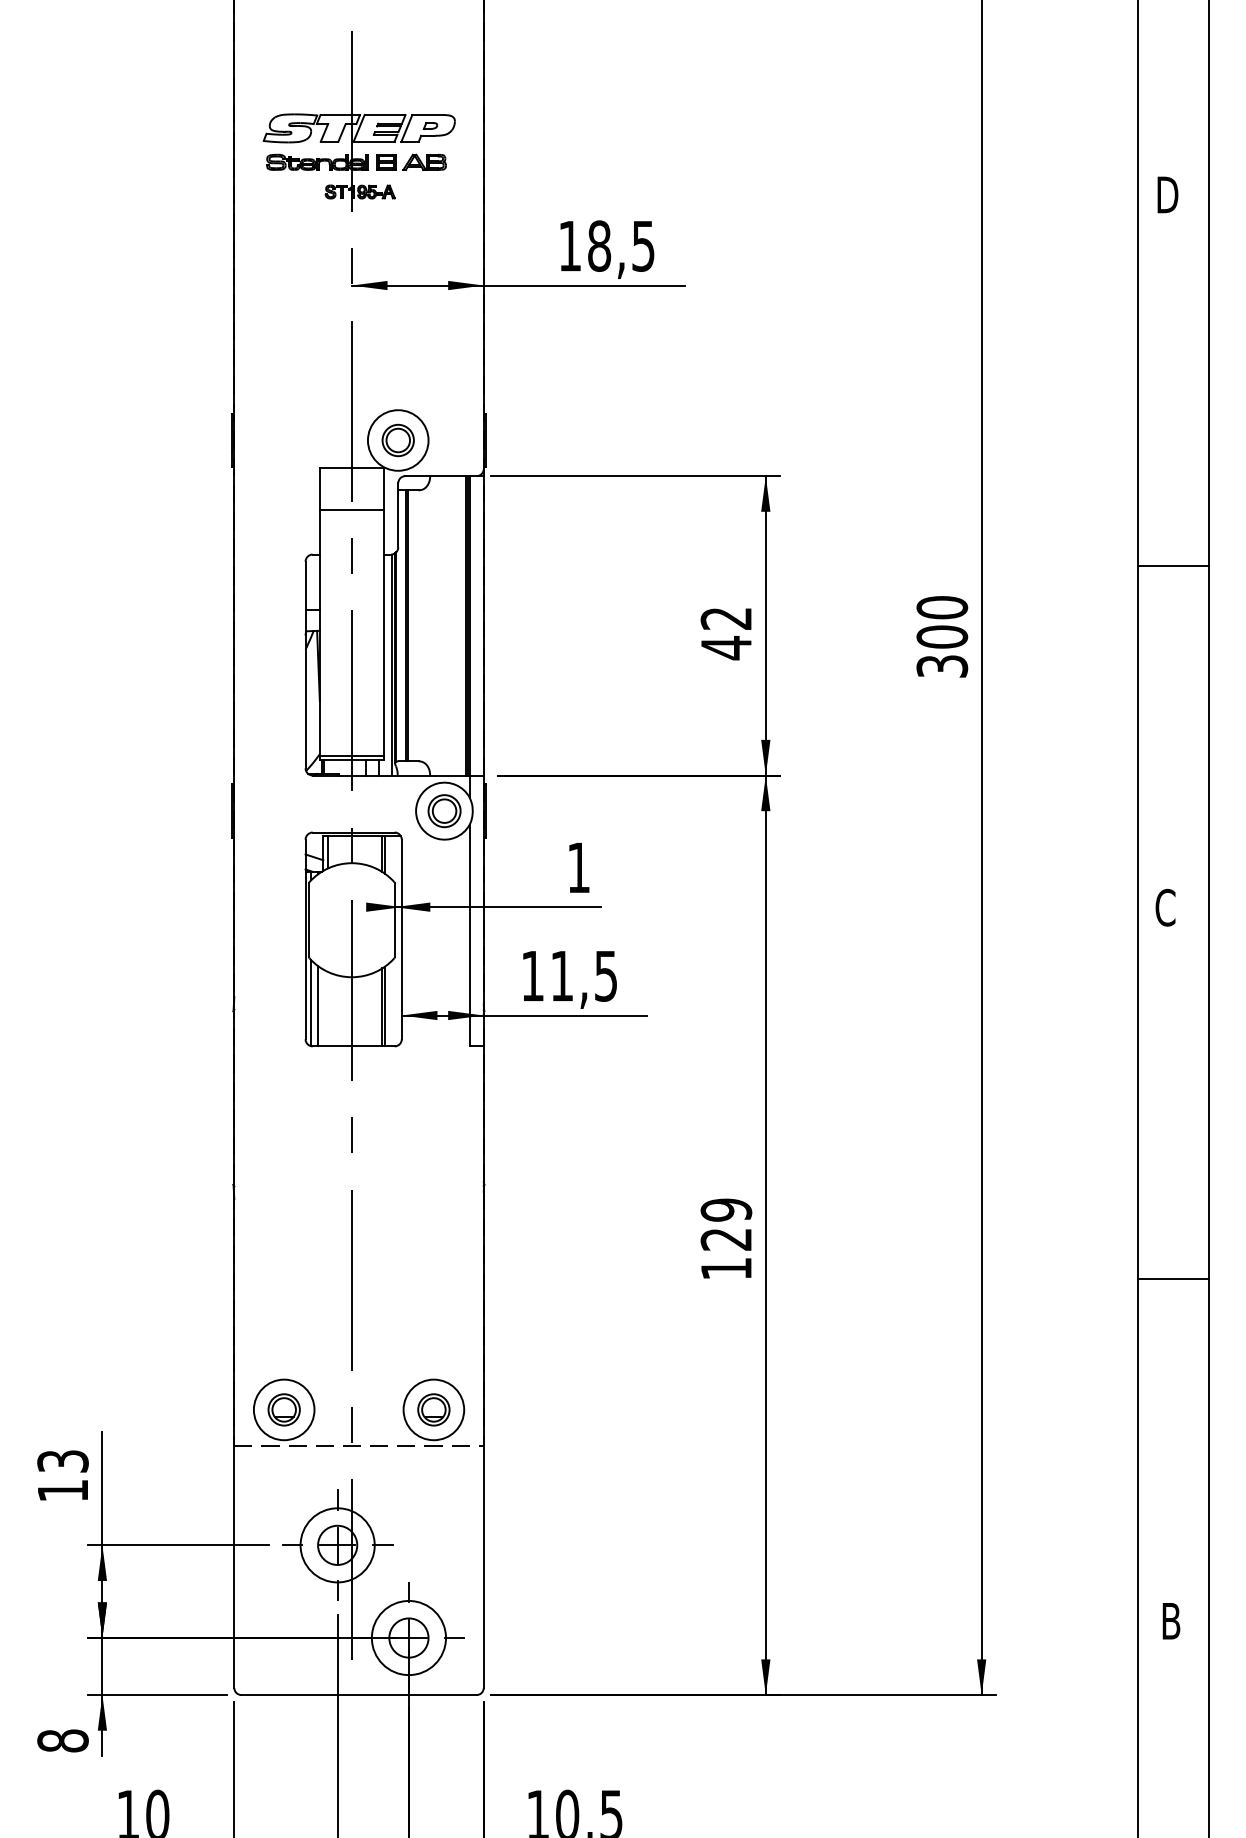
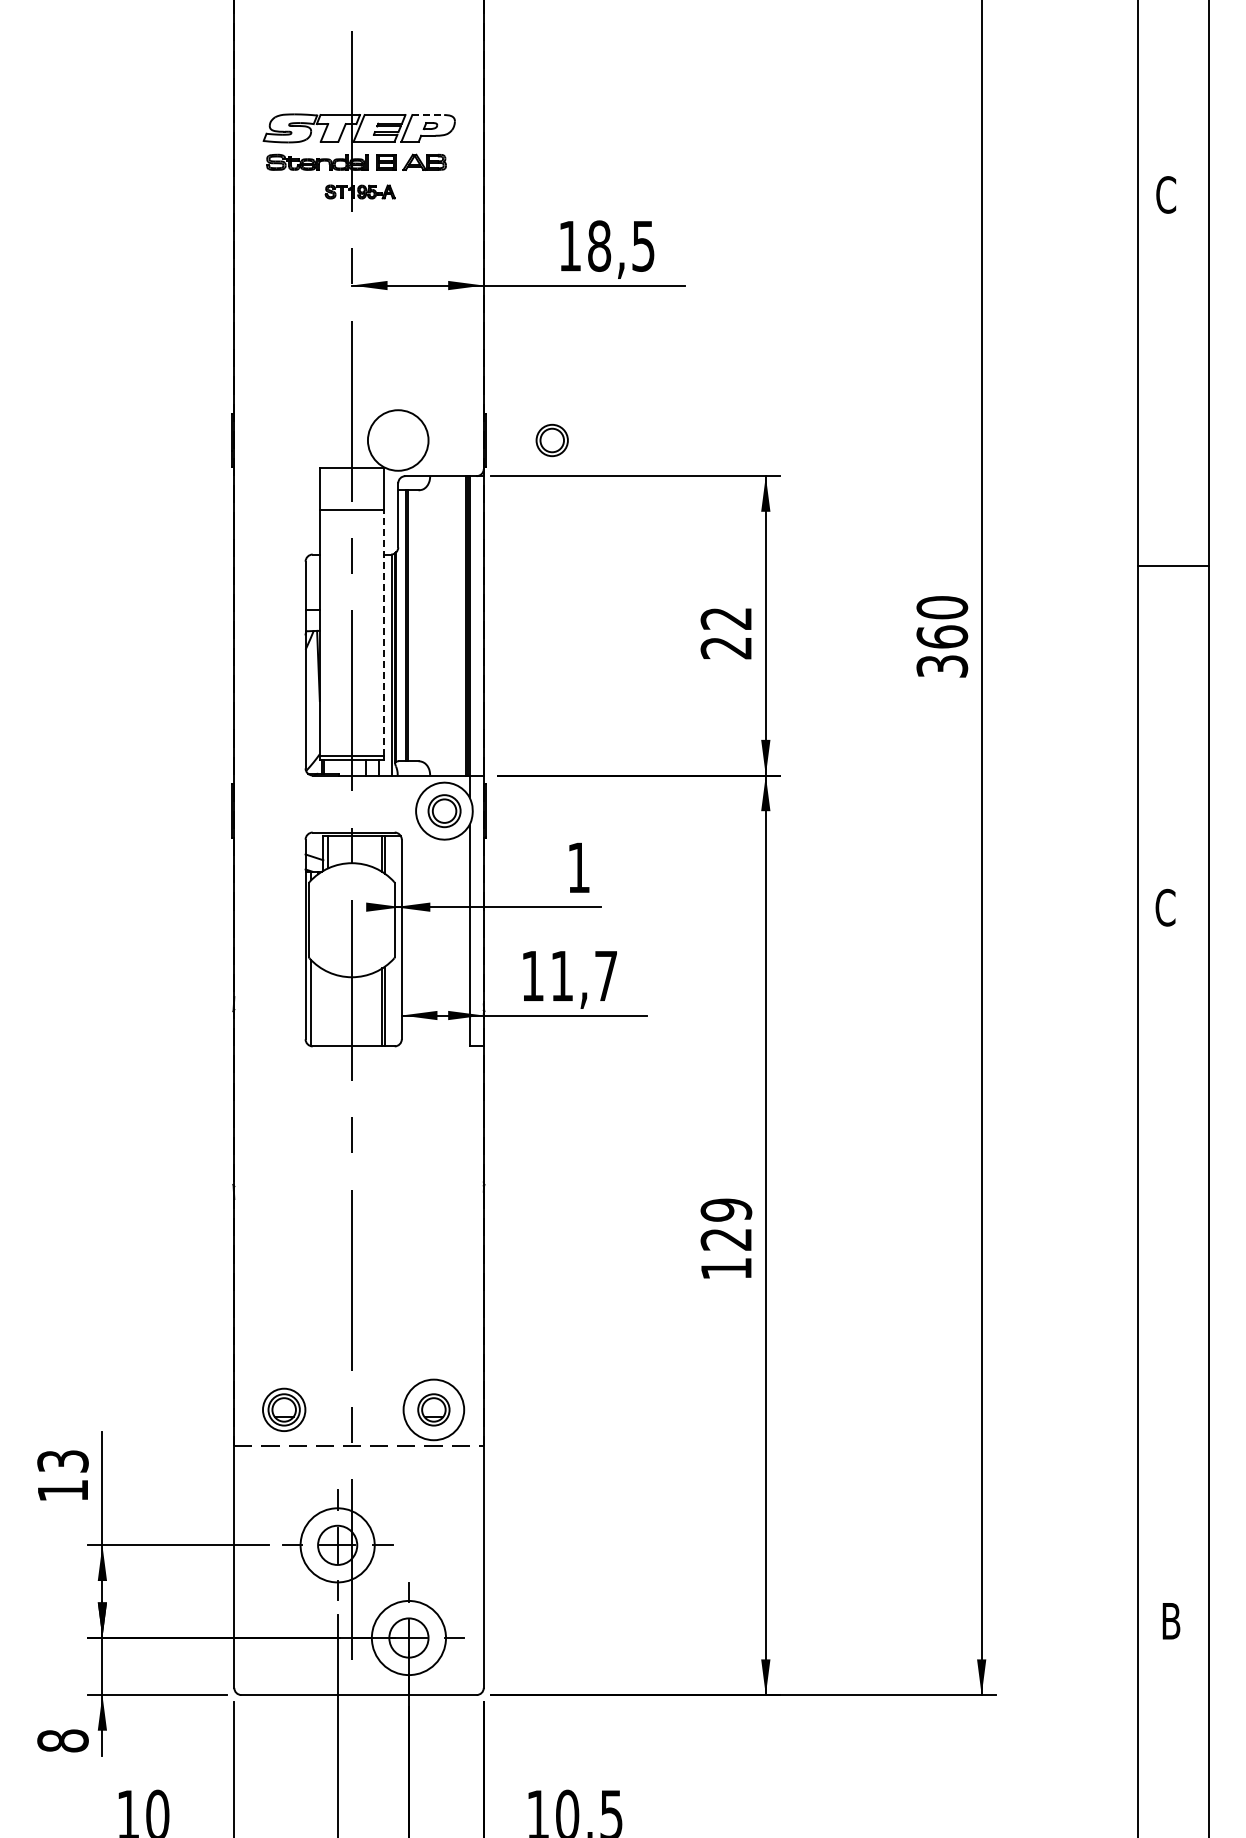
line at (428, 115): solid -> dashed
text at (1167, 194): D -> C
part at (397, 440) position: (397, 440) -> (551, 440)
line at (384, 633): solid -> dashed
text at (942, 636): 300 -> 360
text at (725, 648): 42 -> 22
text at (605, 976): 11,5 -> 11,7
line at (318, 1006): present -> none
line at (1172, 1278): present -> none
circle at (283, 1409) diameter: 61 px -> 42 px
